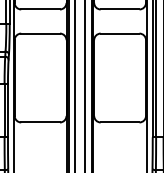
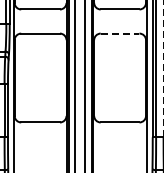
line at (120, 33): solid -> dashed
line at (163, 68): solid -> dashed
